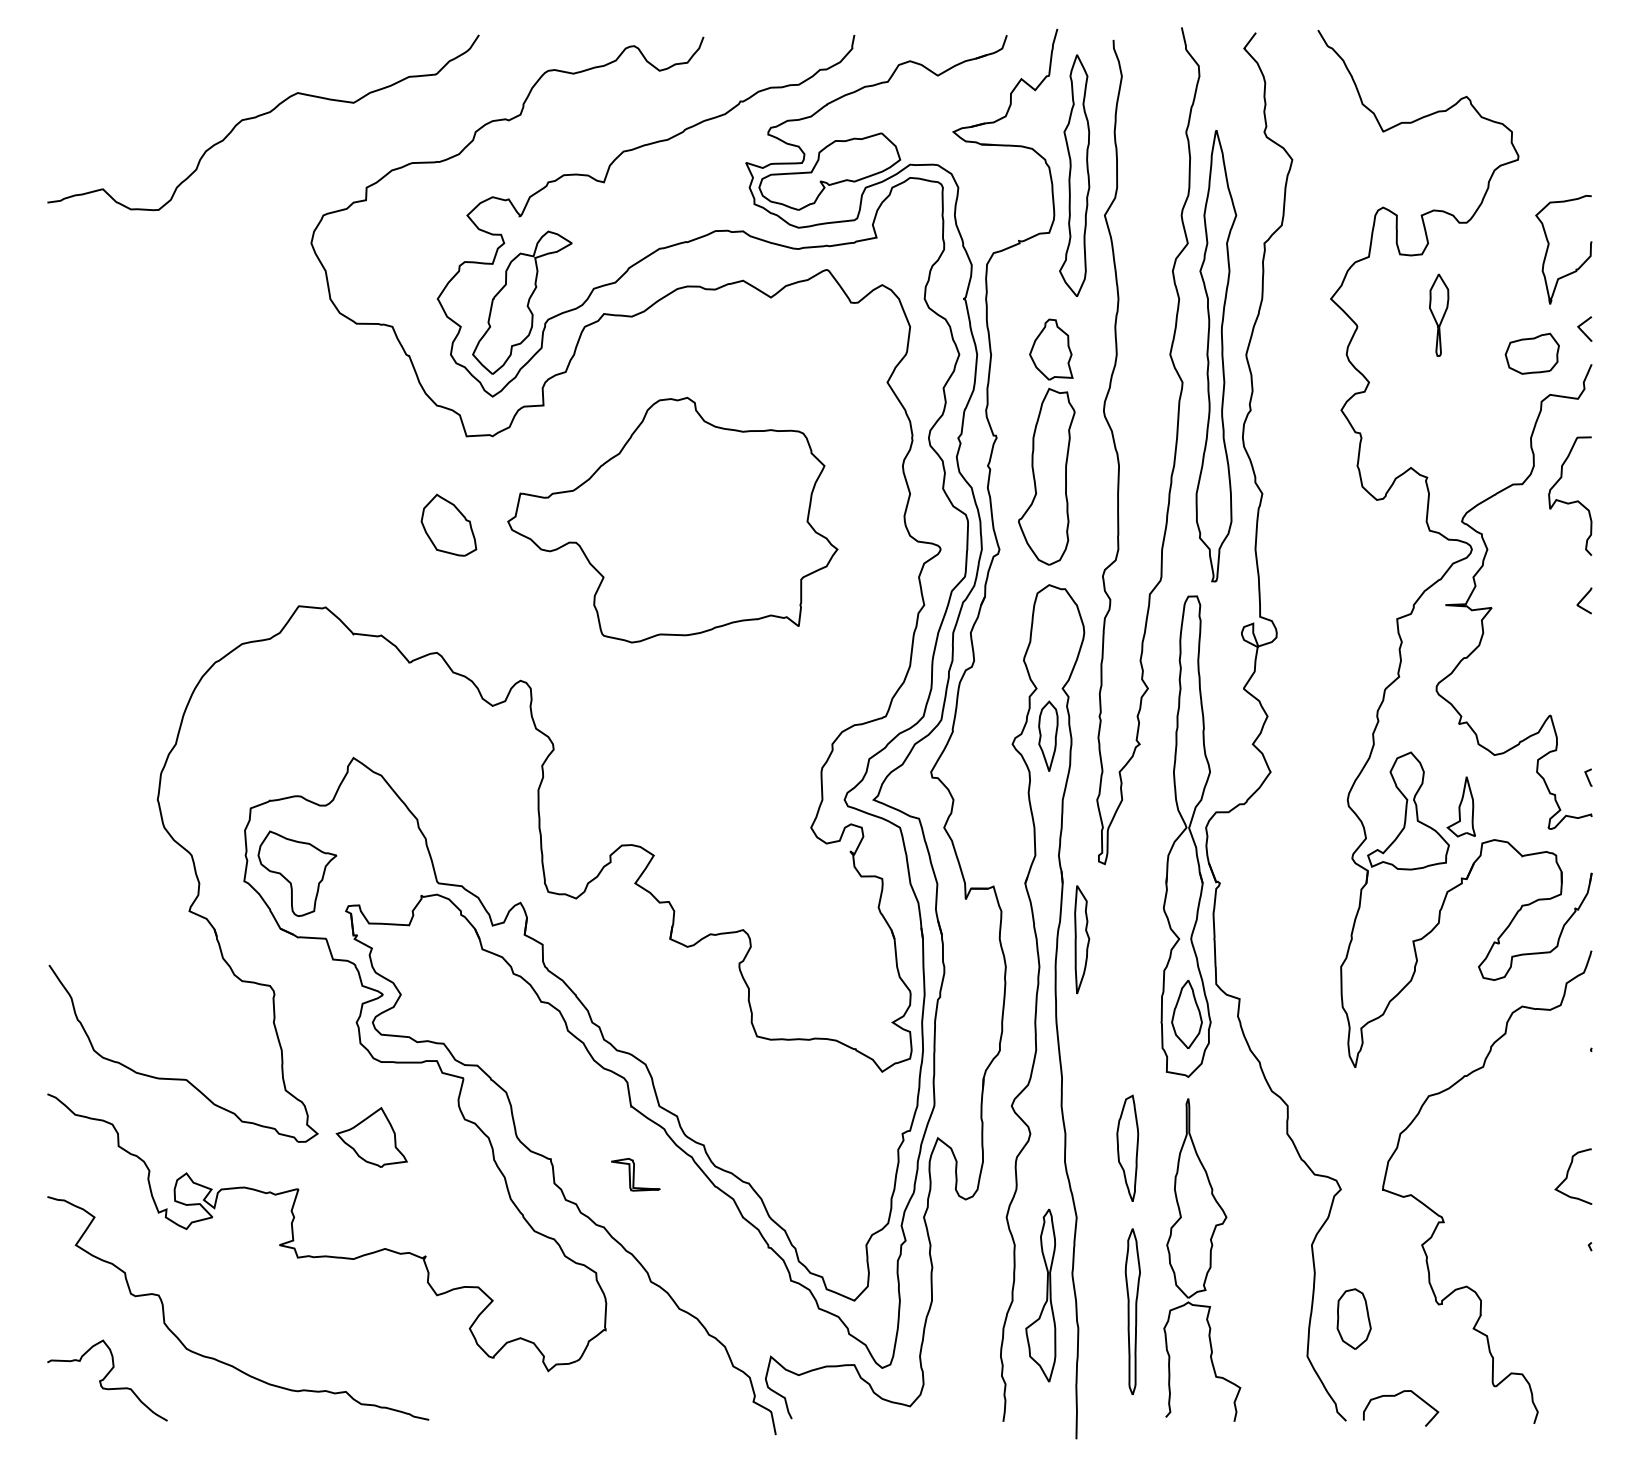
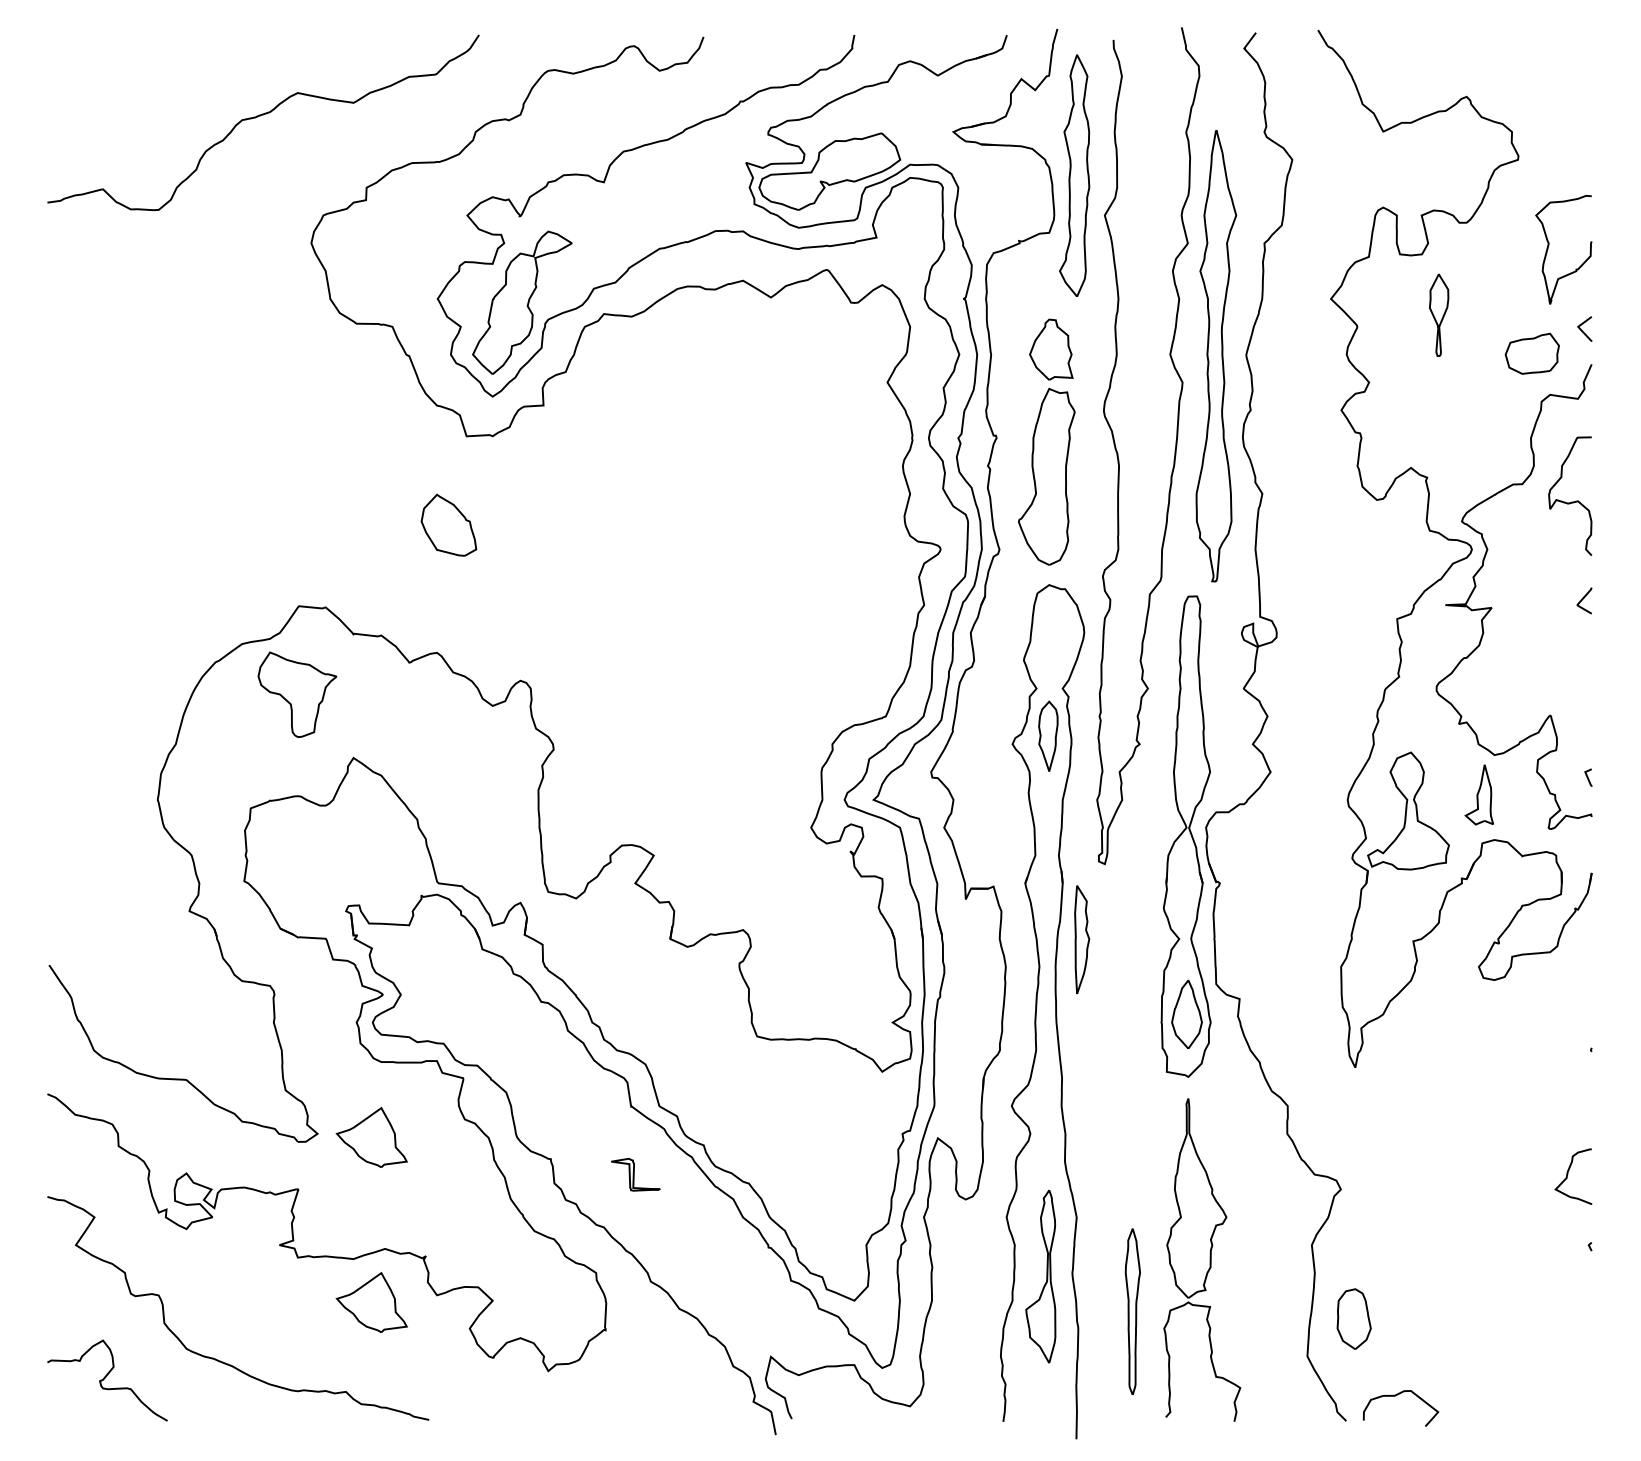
part at (672, 519): present -> none
part at (1460, 806) position: (1460, 806) -> (1478, 794)
part at (297, 873) position: (297, 873) -> (297, 694)
part at (1127, 1147): present -> none
curve at (1442, 1216): present -> none
part at (1040, 1295) position: (1040, 1295) -> (1040, 1276)
part at (371, 1302): none -> present
